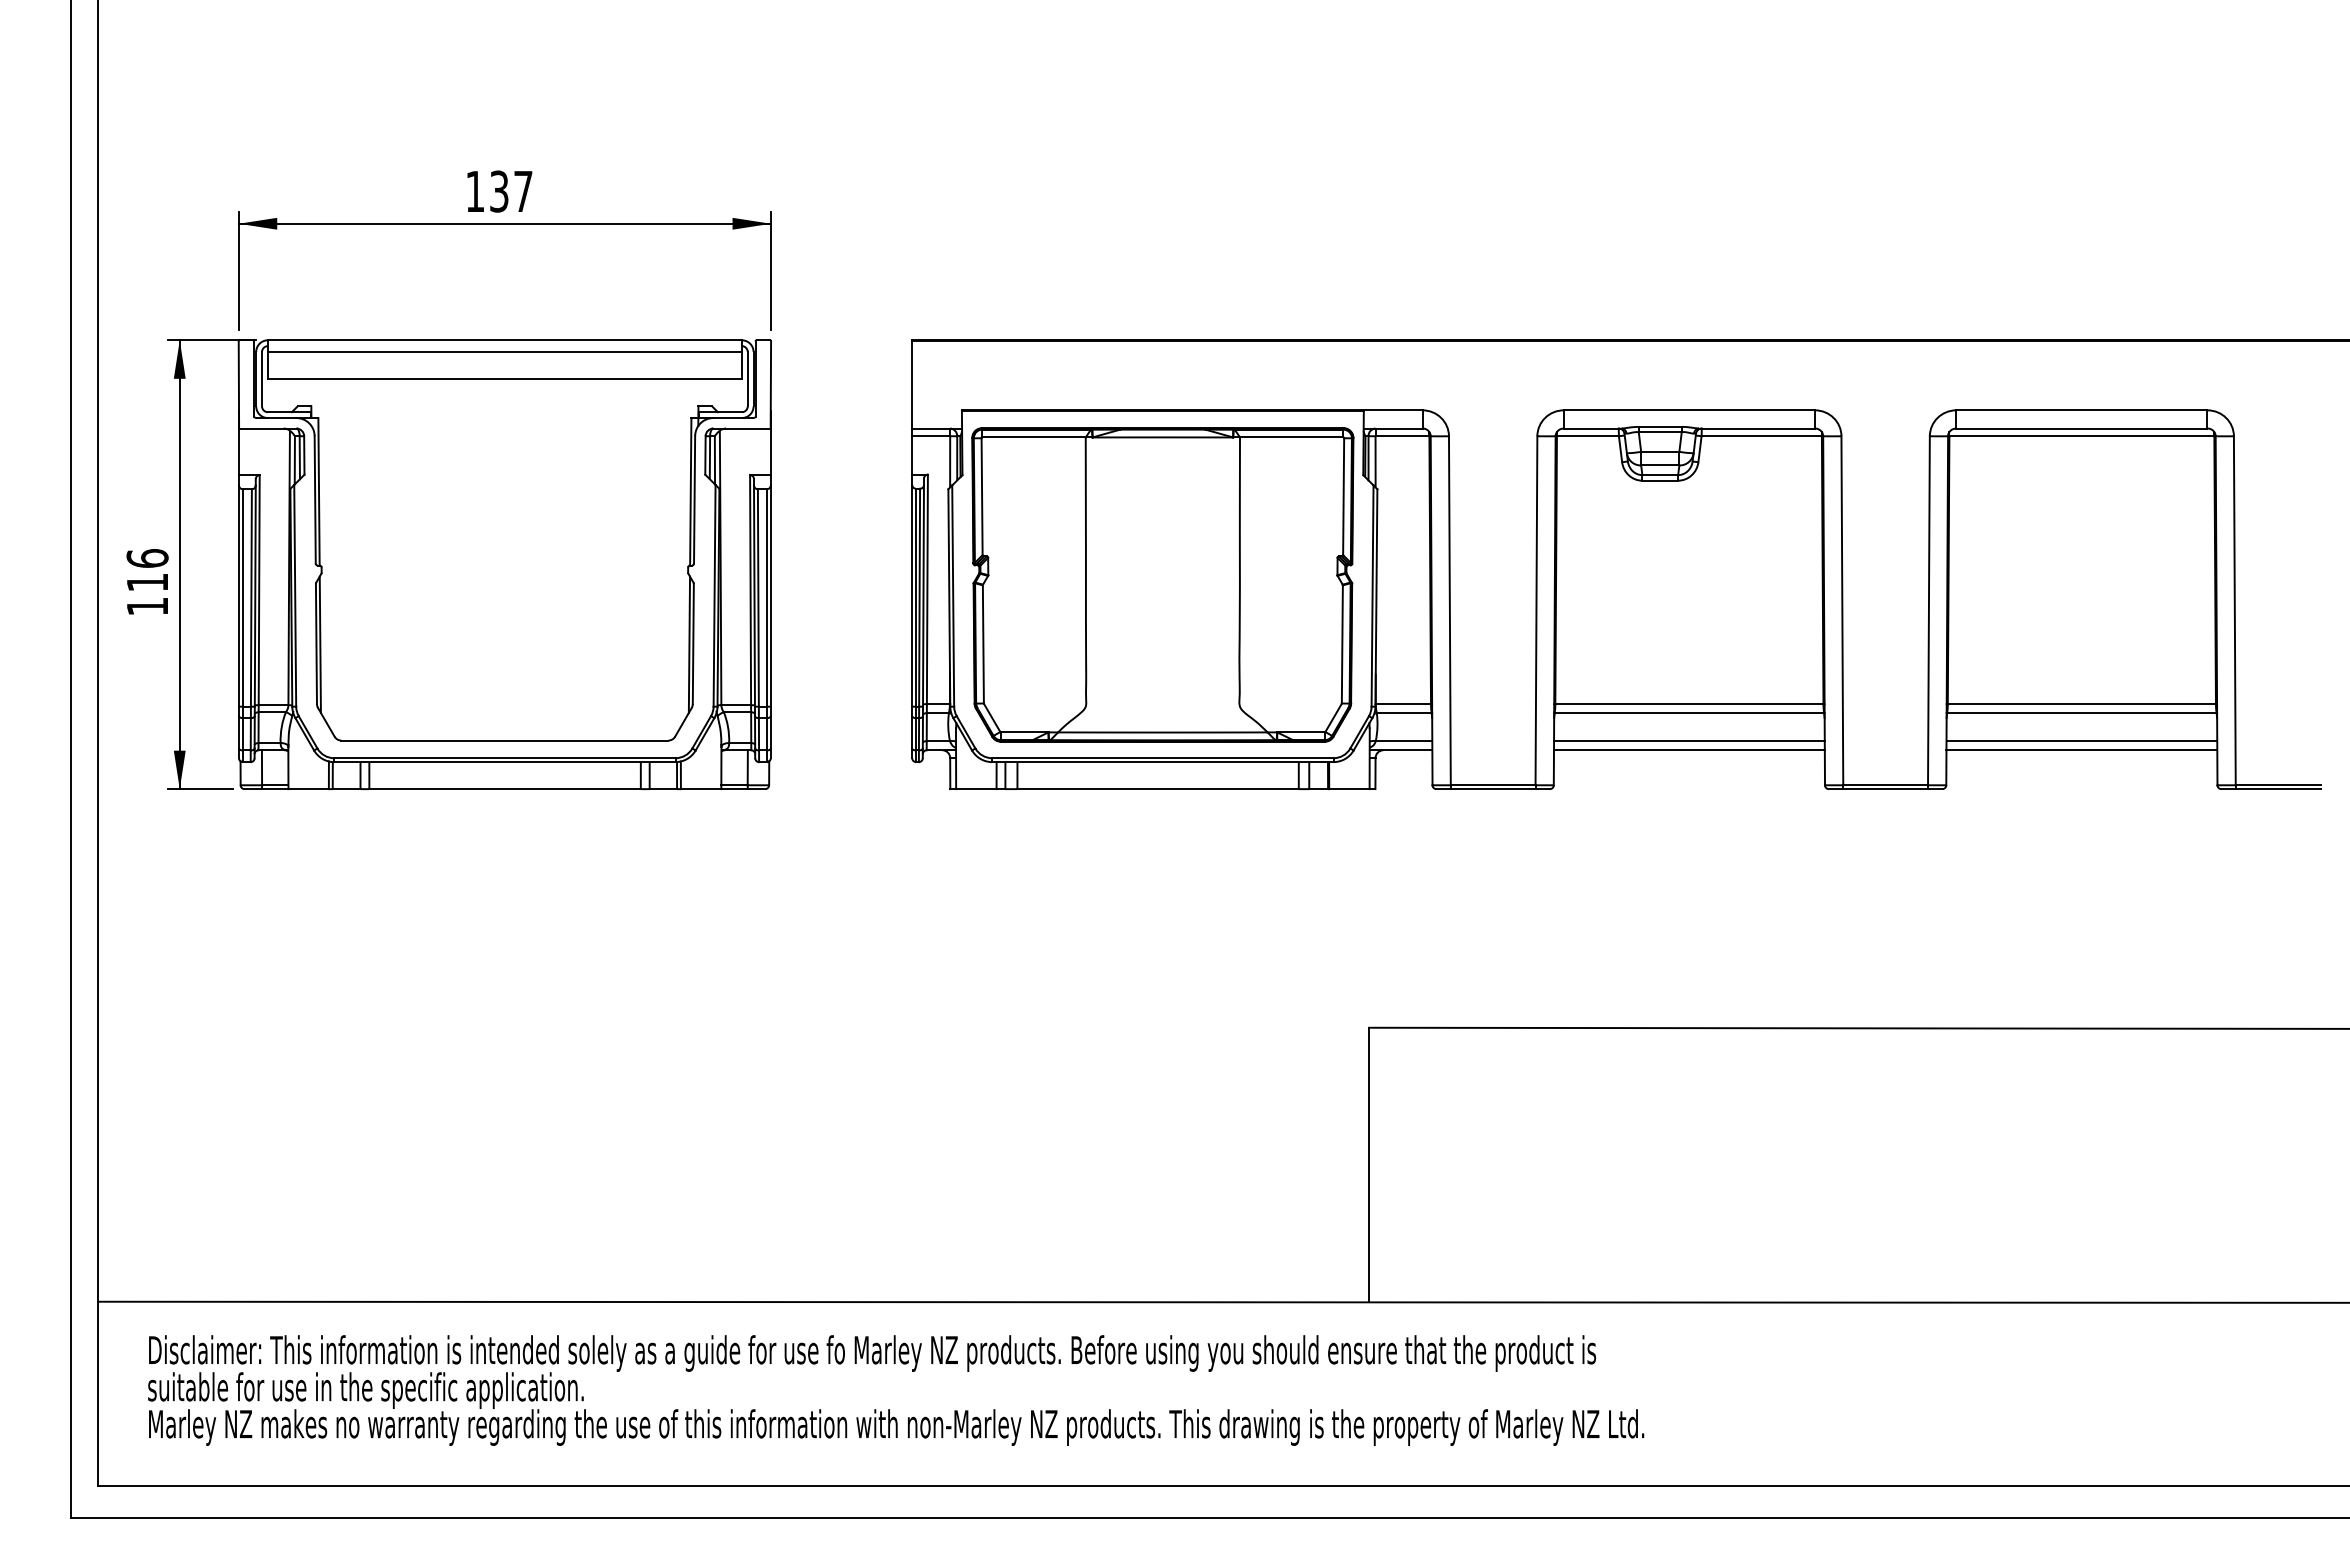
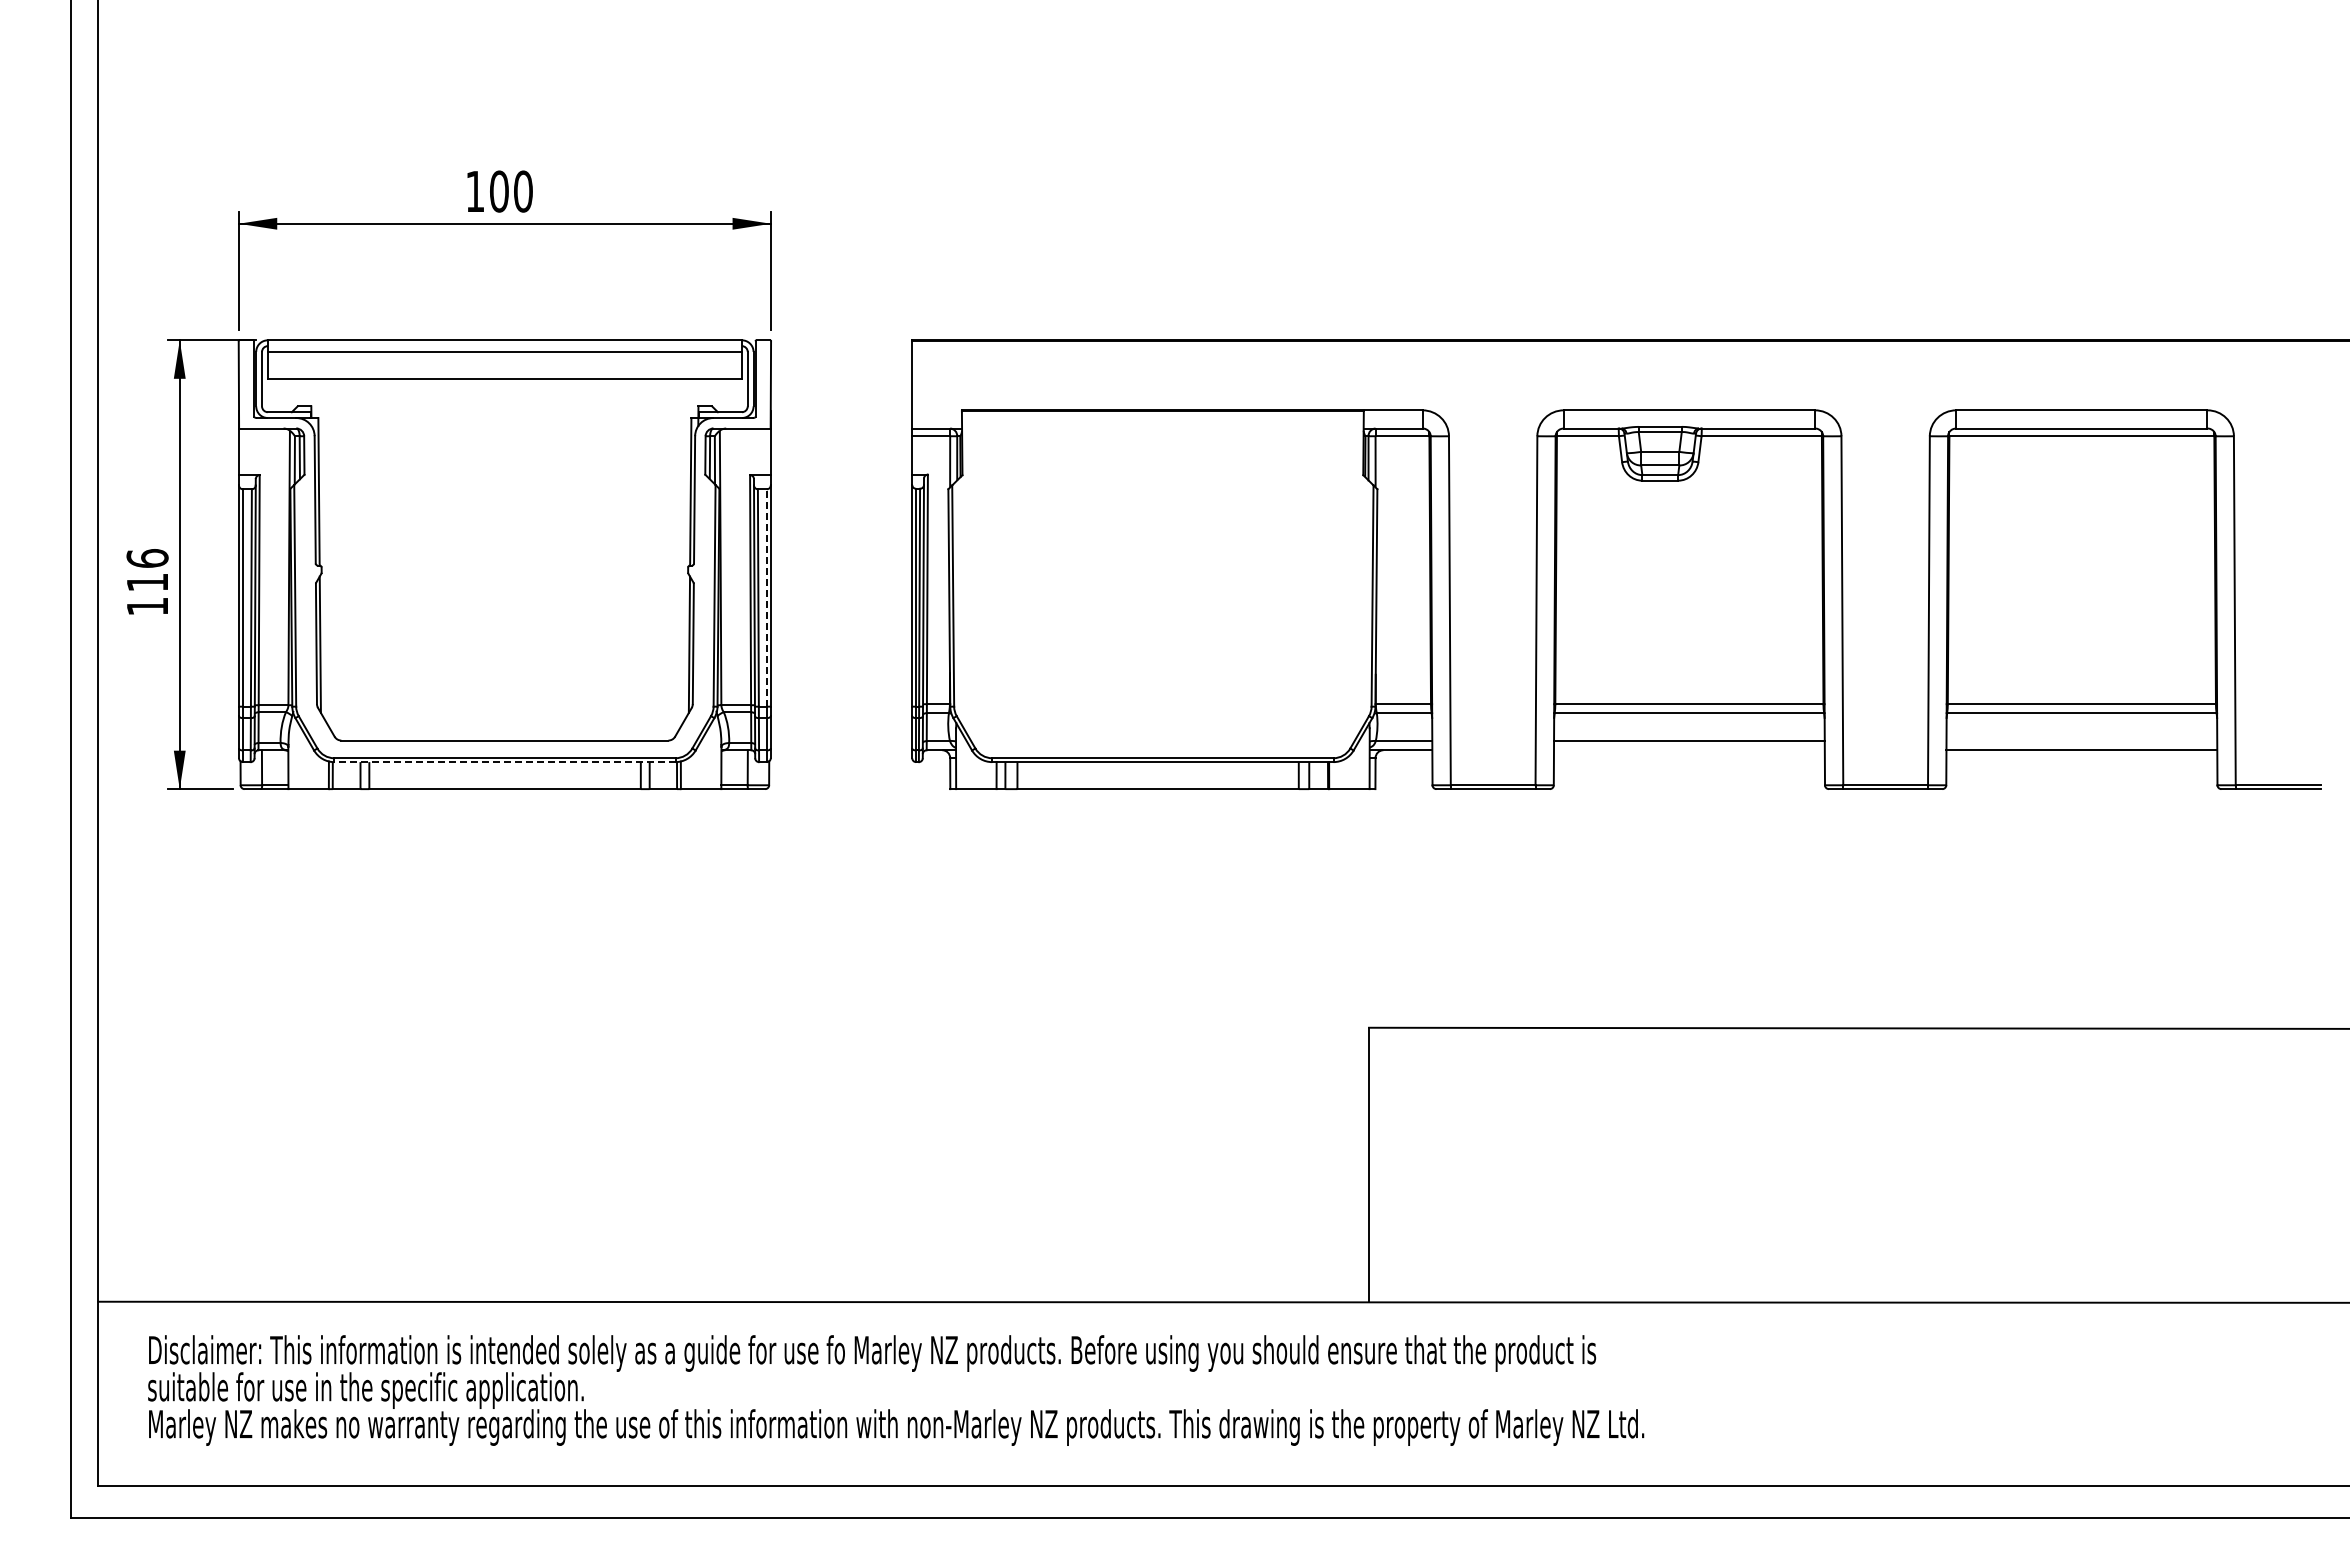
text at (511, 191): 137 -> 100
part at (1162, 584): present -> none
line at (766, 597): solid -> dashed
line at (2081, 741): present -> none
line at (1688, 750): present -> none
line at (504, 762): solid -> dashed
